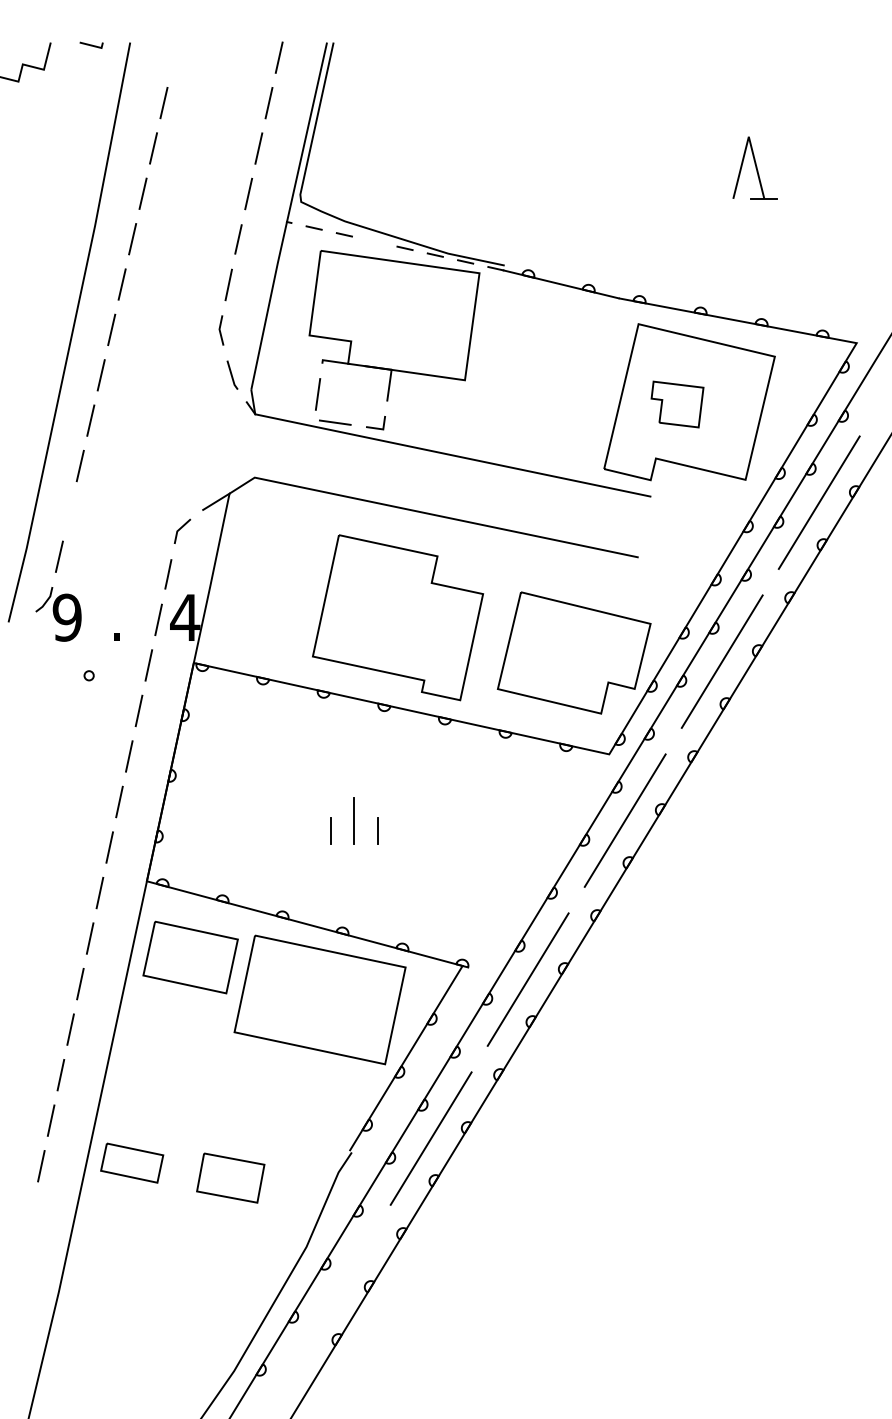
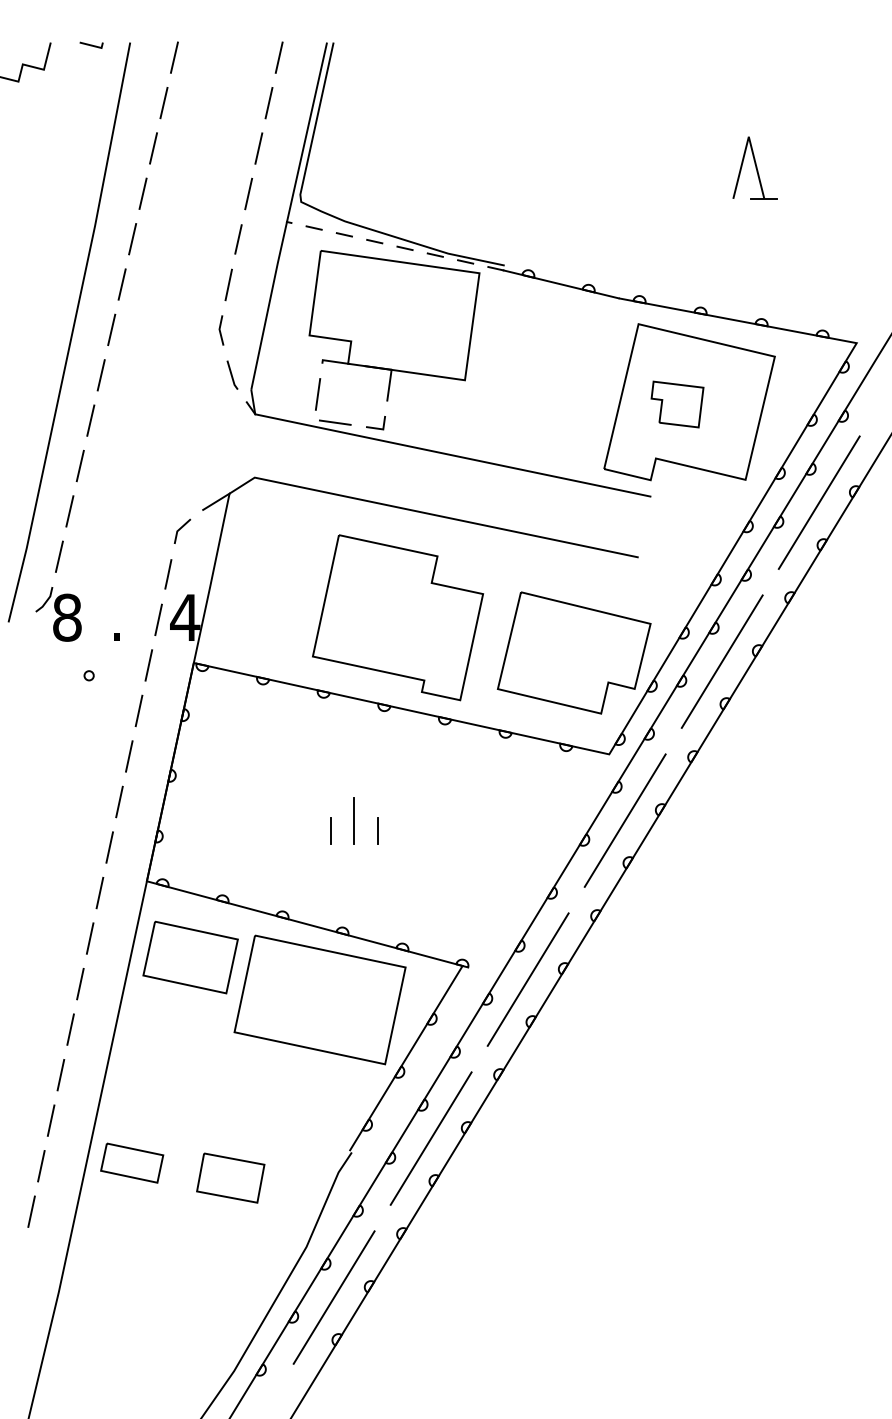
line at (173, 57): none -> present
line at (374, 241): none -> present
line at (69, 511): none -> present
text at (66, 617): 9 -> 8
line at (31, 1211): none -> present
line at (333, 1297): none -> present
